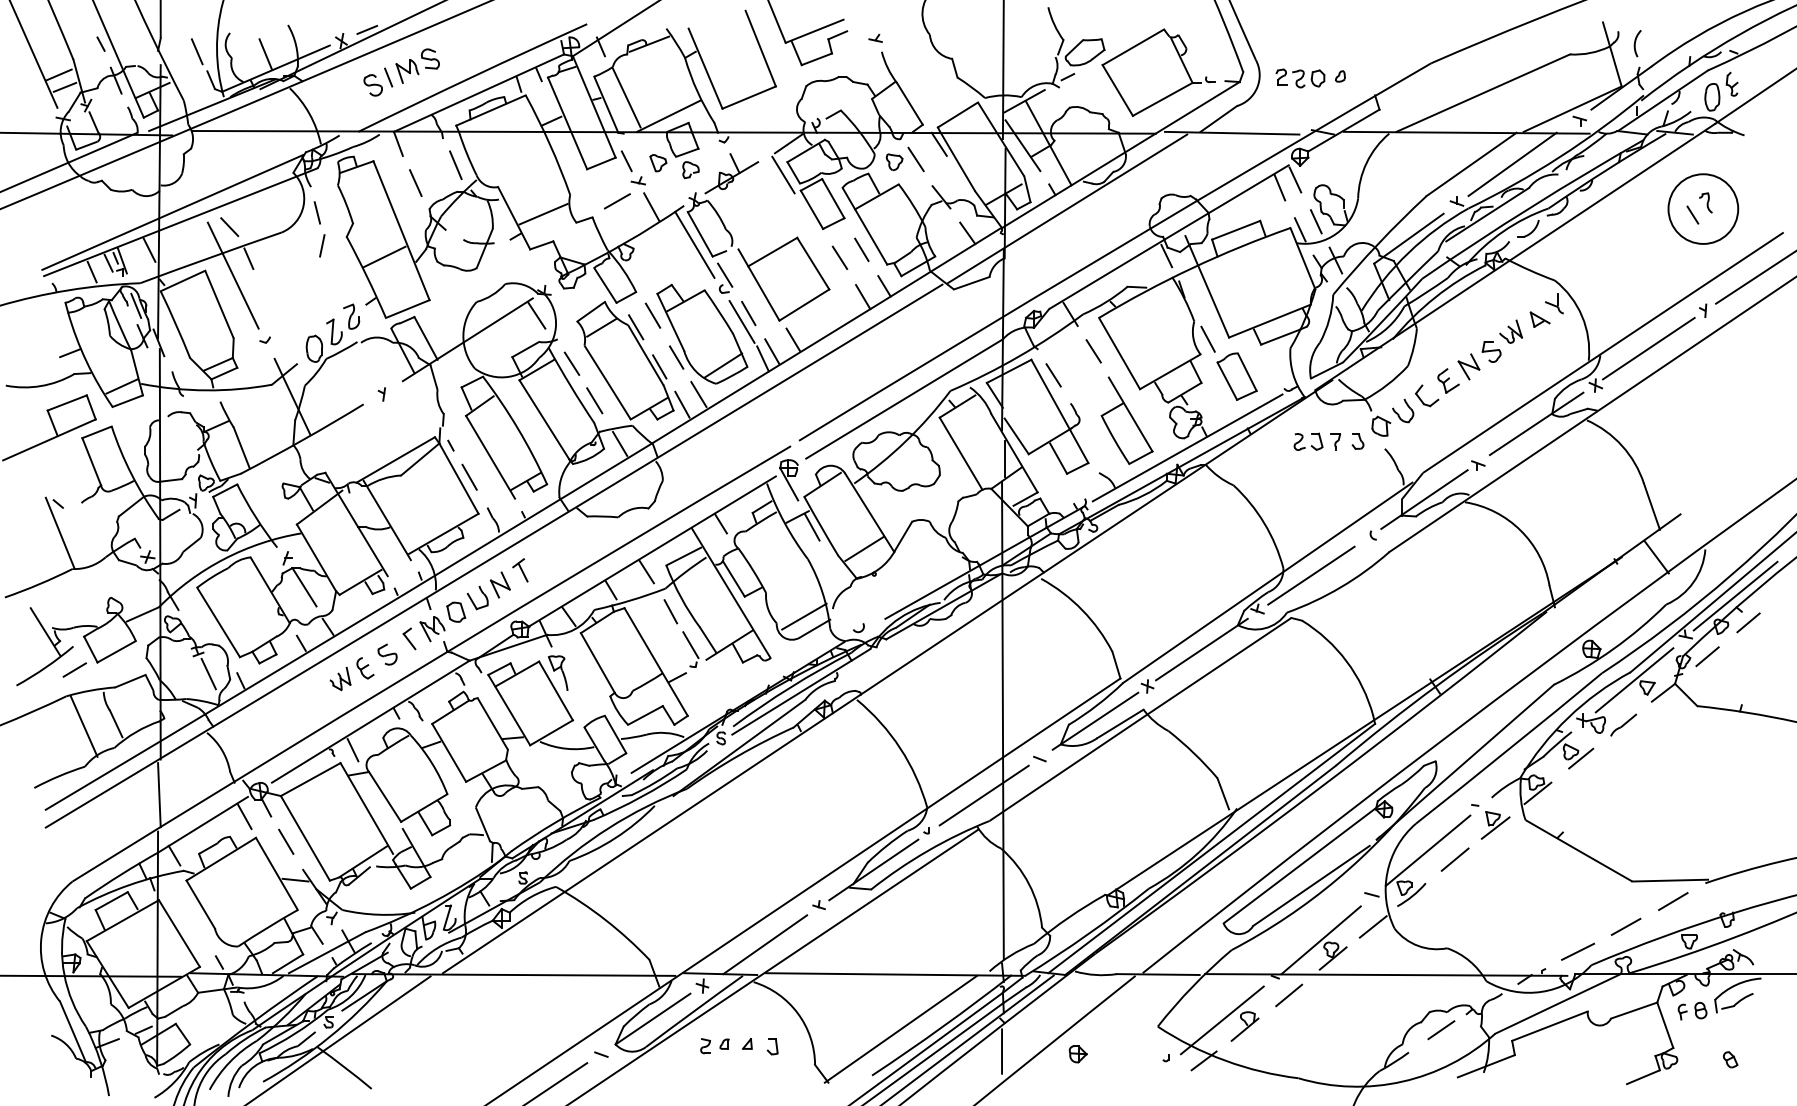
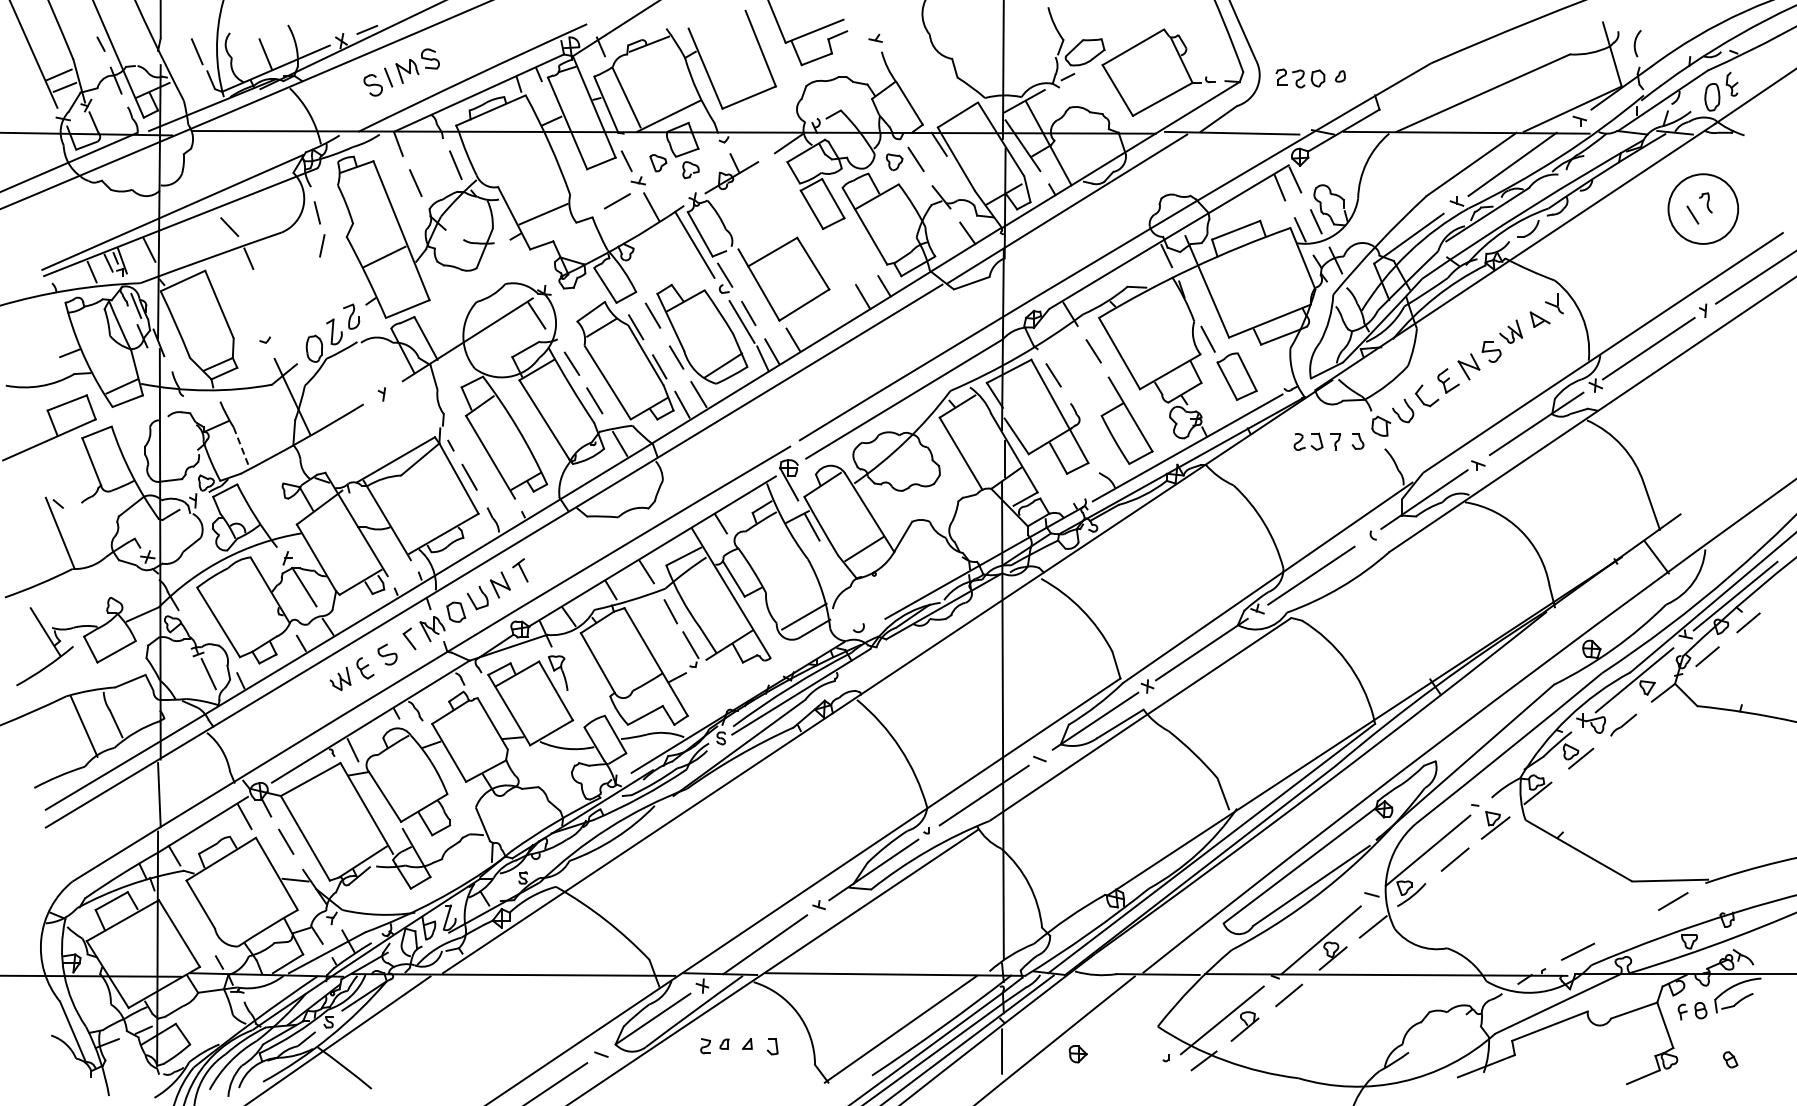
line at (783, 174): present -> none
line at (861, 249): present -> none
line at (839, 257): present -> none
line at (232, 275): present -> none
line at (241, 447): solid -> dashed
line at (74, 669): present -> none
line at (1625, 926): present -> none
line at (1441, 1030): present -> none
